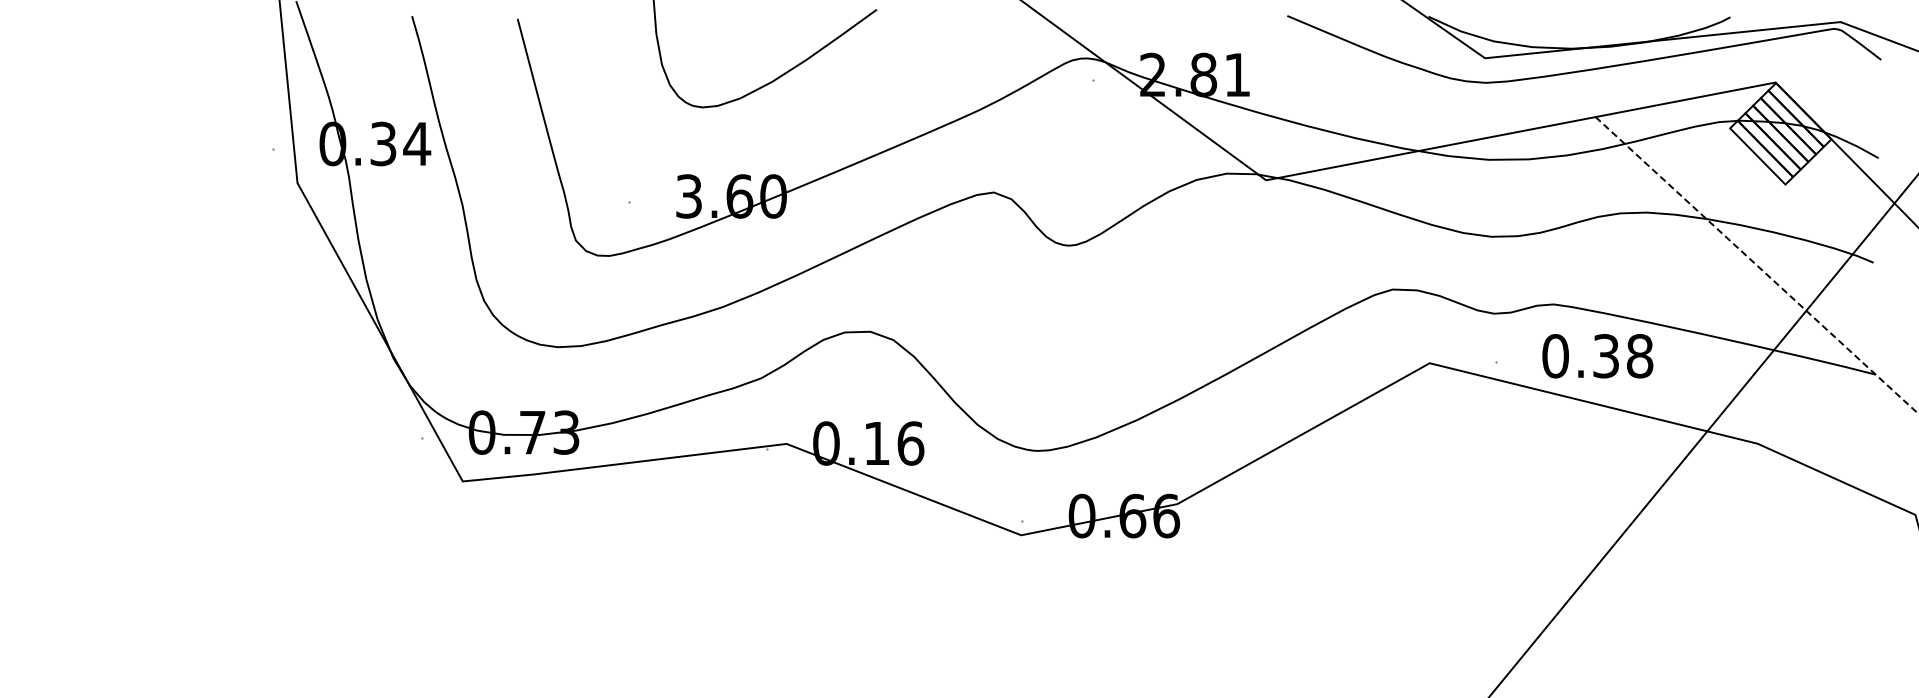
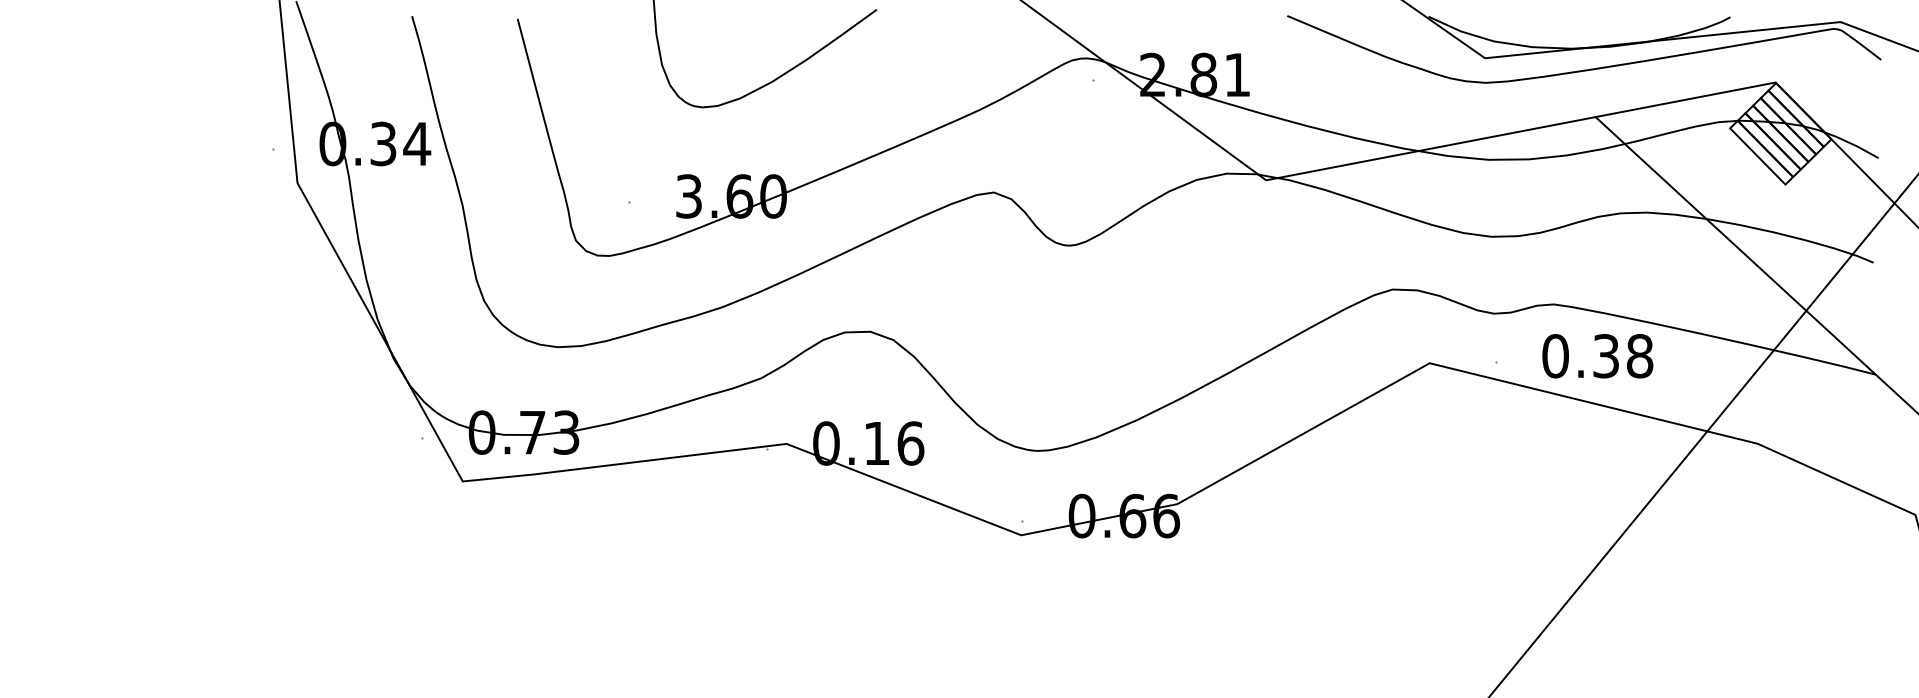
line at (1757, 265): dashed -> solid
